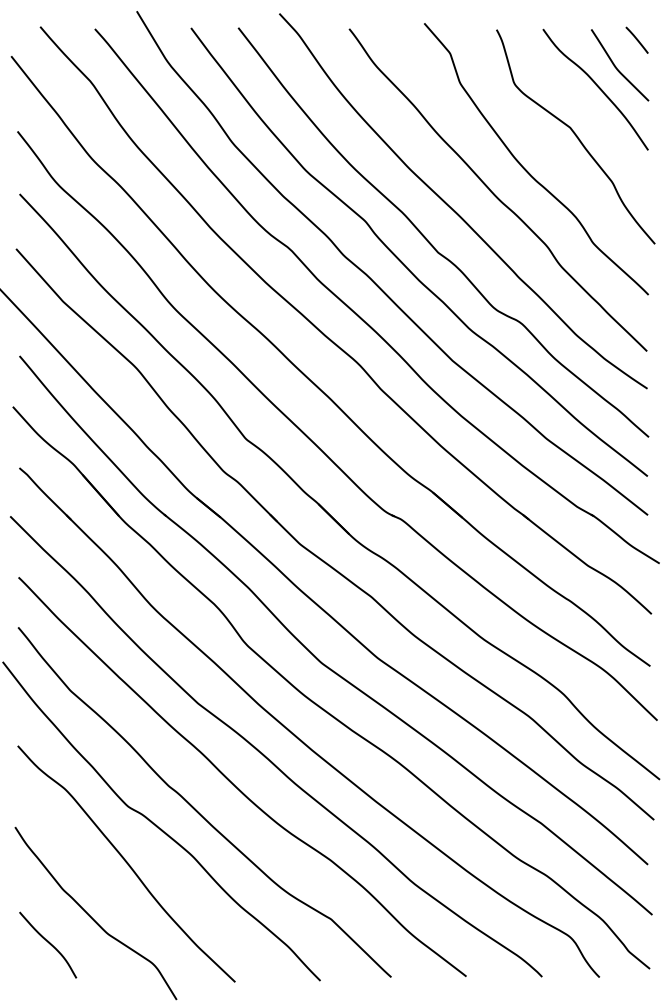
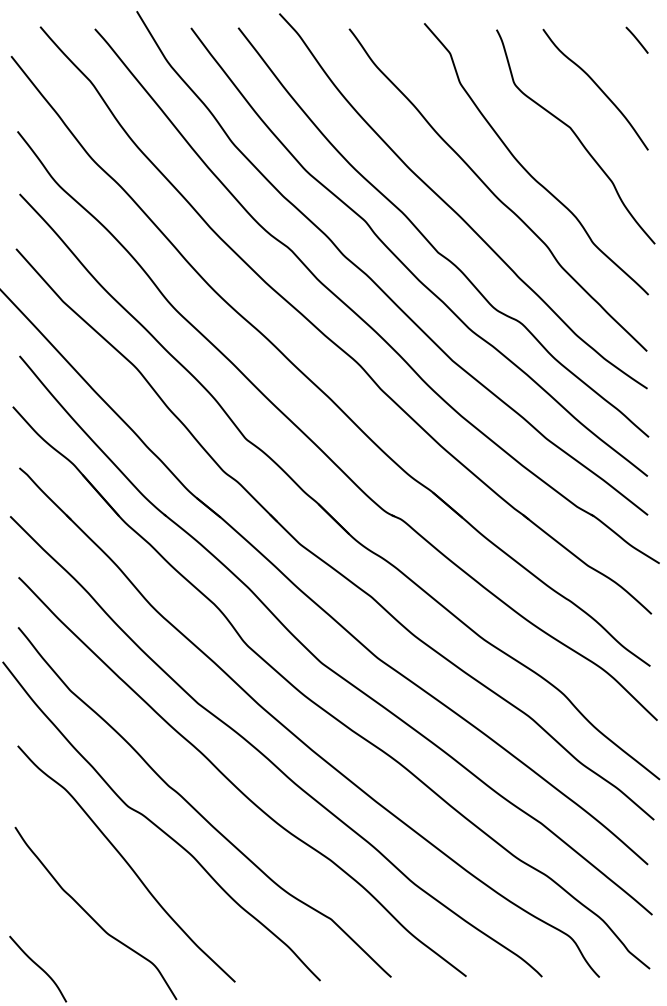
curve at (616, 66): present -> none
curve at (48, 943) position: (48, 943) -> (38, 967)
